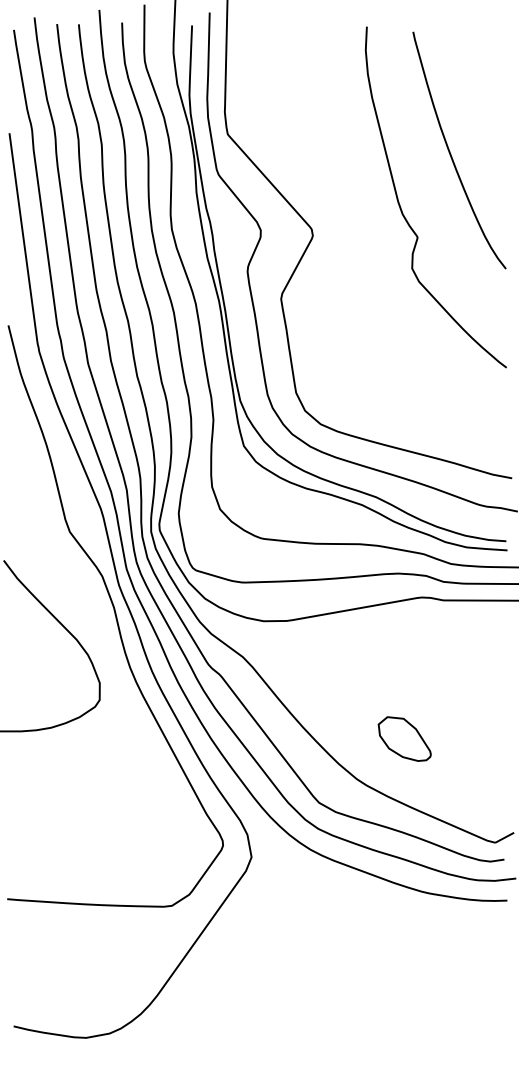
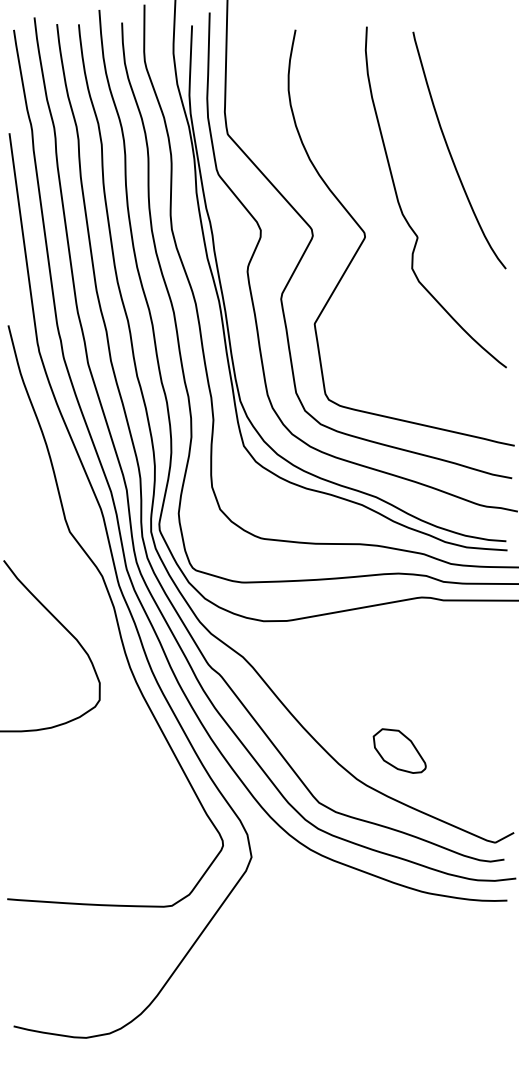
curve at (365, 237): none -> present
part at (404, 738) position: (404, 738) -> (399, 750)
